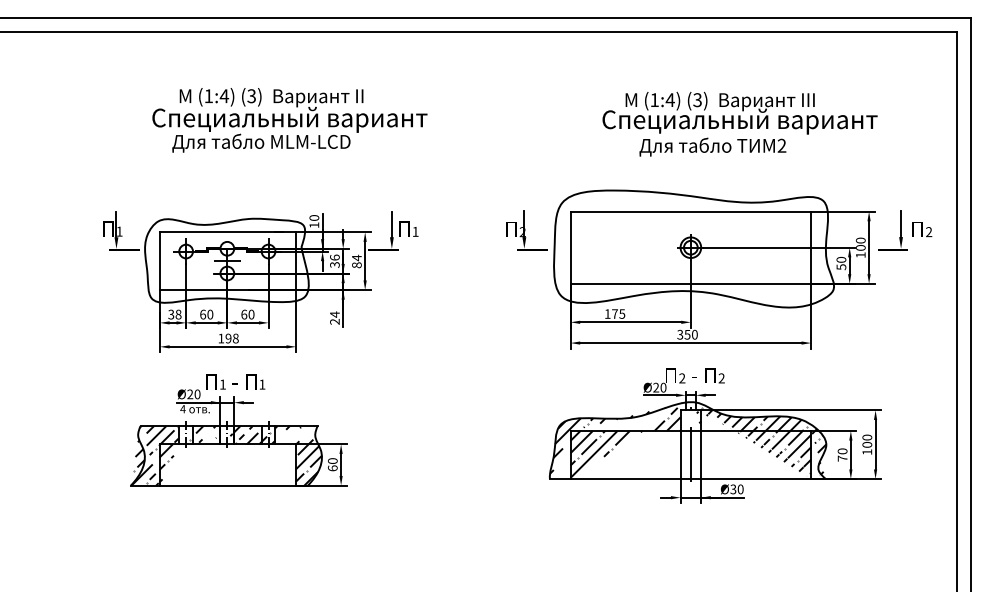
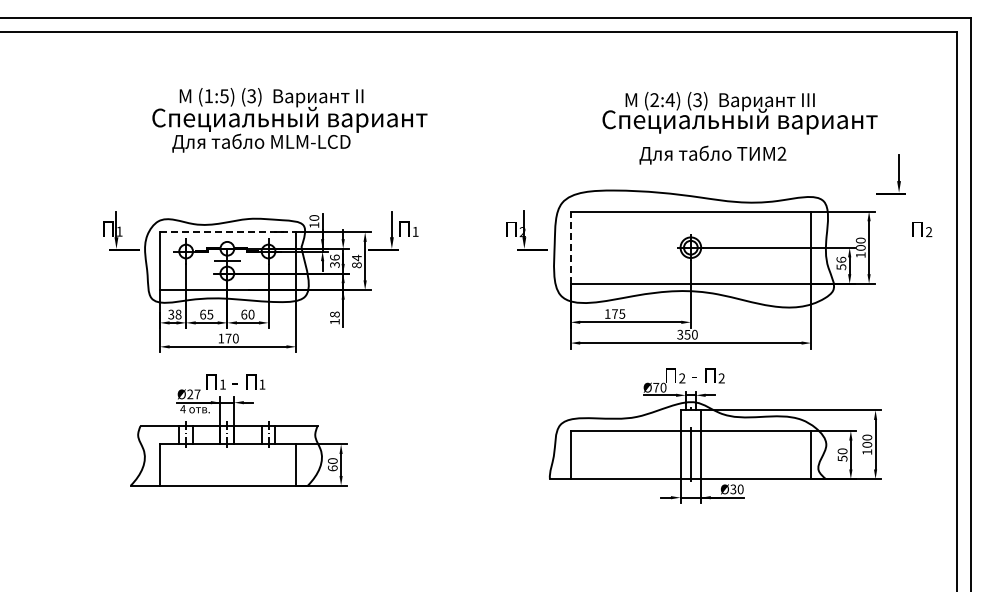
text at (224, 96): (1:4) -> (1:5)
text at (654, 99): (1:4) -> (2:4)
text at (712, 146) position: (712, 146) -> (712, 154)
part at (900, 230) position: (900, 230) -> (898, 174)
line at (228, 232): solid -> dashed
line at (570, 247): solid -> dashed
text at (841, 259): 50 -> 56
text at (210, 314): 60 -> 65
text at (334, 317): 24 -> 18
text at (231, 338): 198 -> 170
text at (656, 387): 20 -> 70
text at (197, 394): 20 -> 27
hatch at (616, 440): present -> none
hatch at (761, 442): present -> none
hatch at (226, 455): present -> none
text at (842, 458): 70 -> 50
